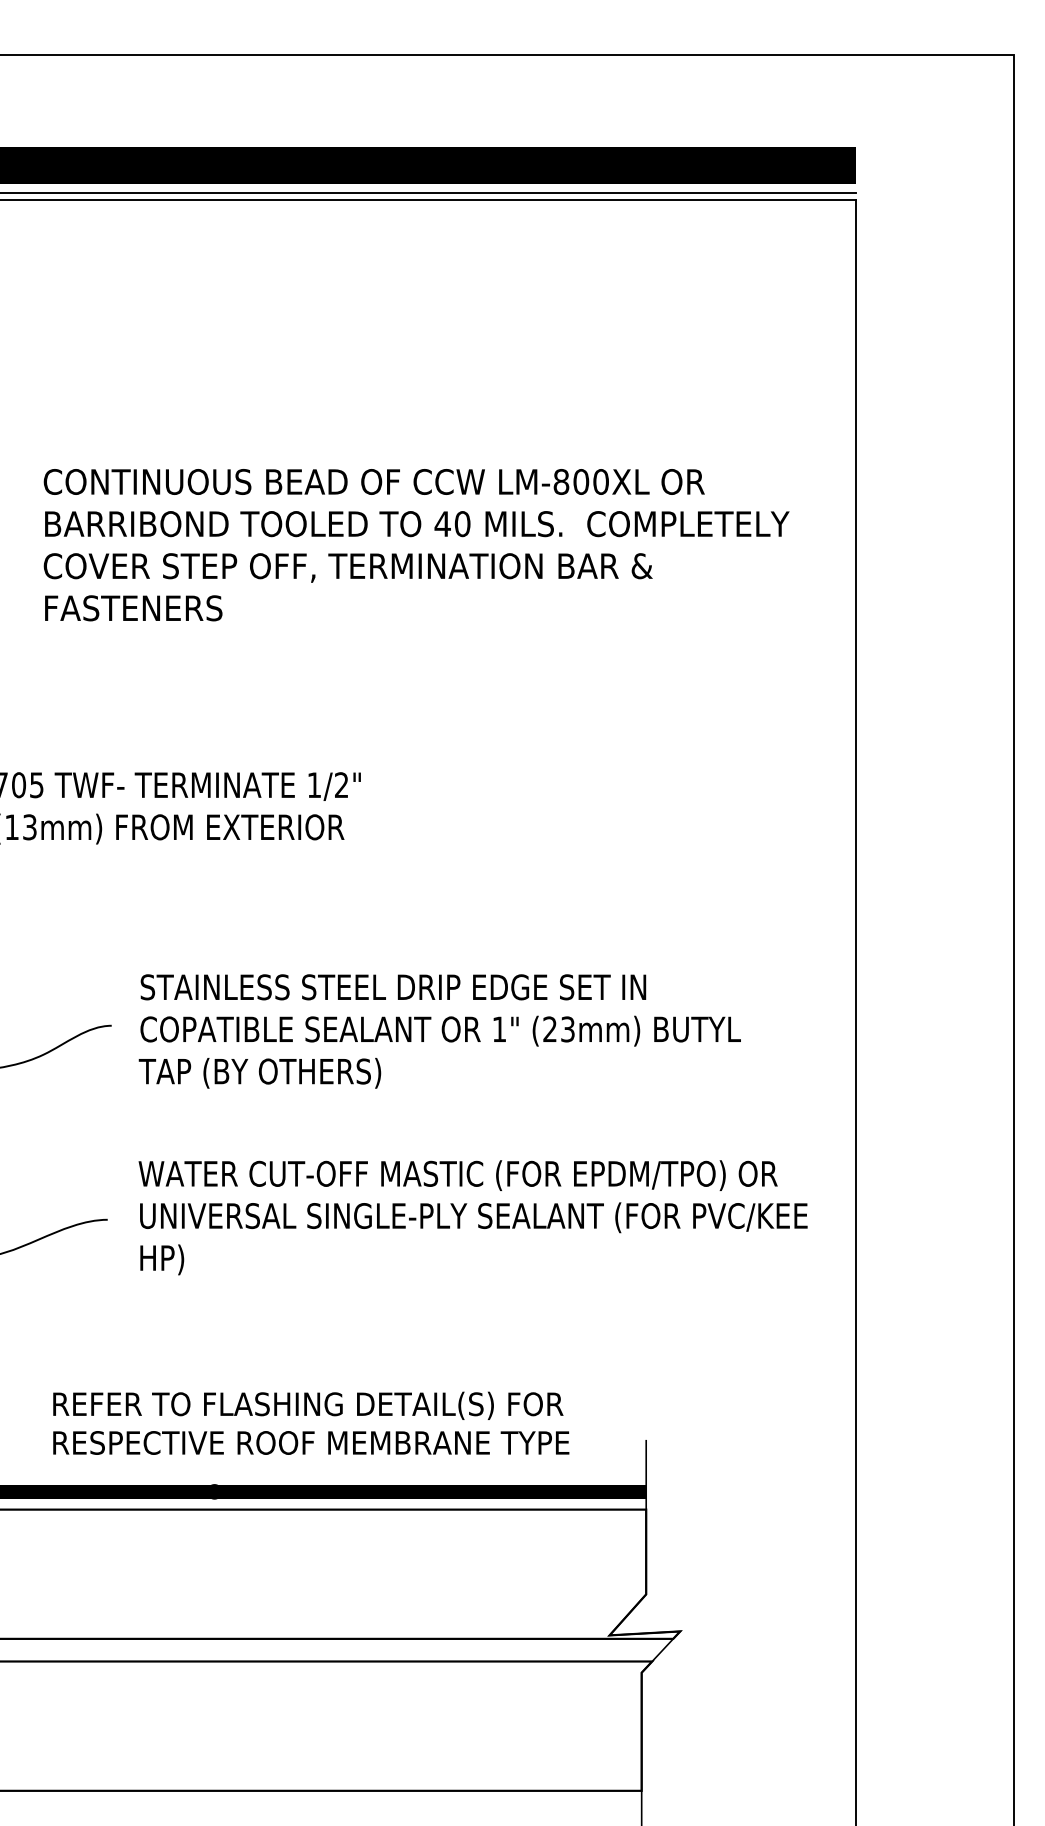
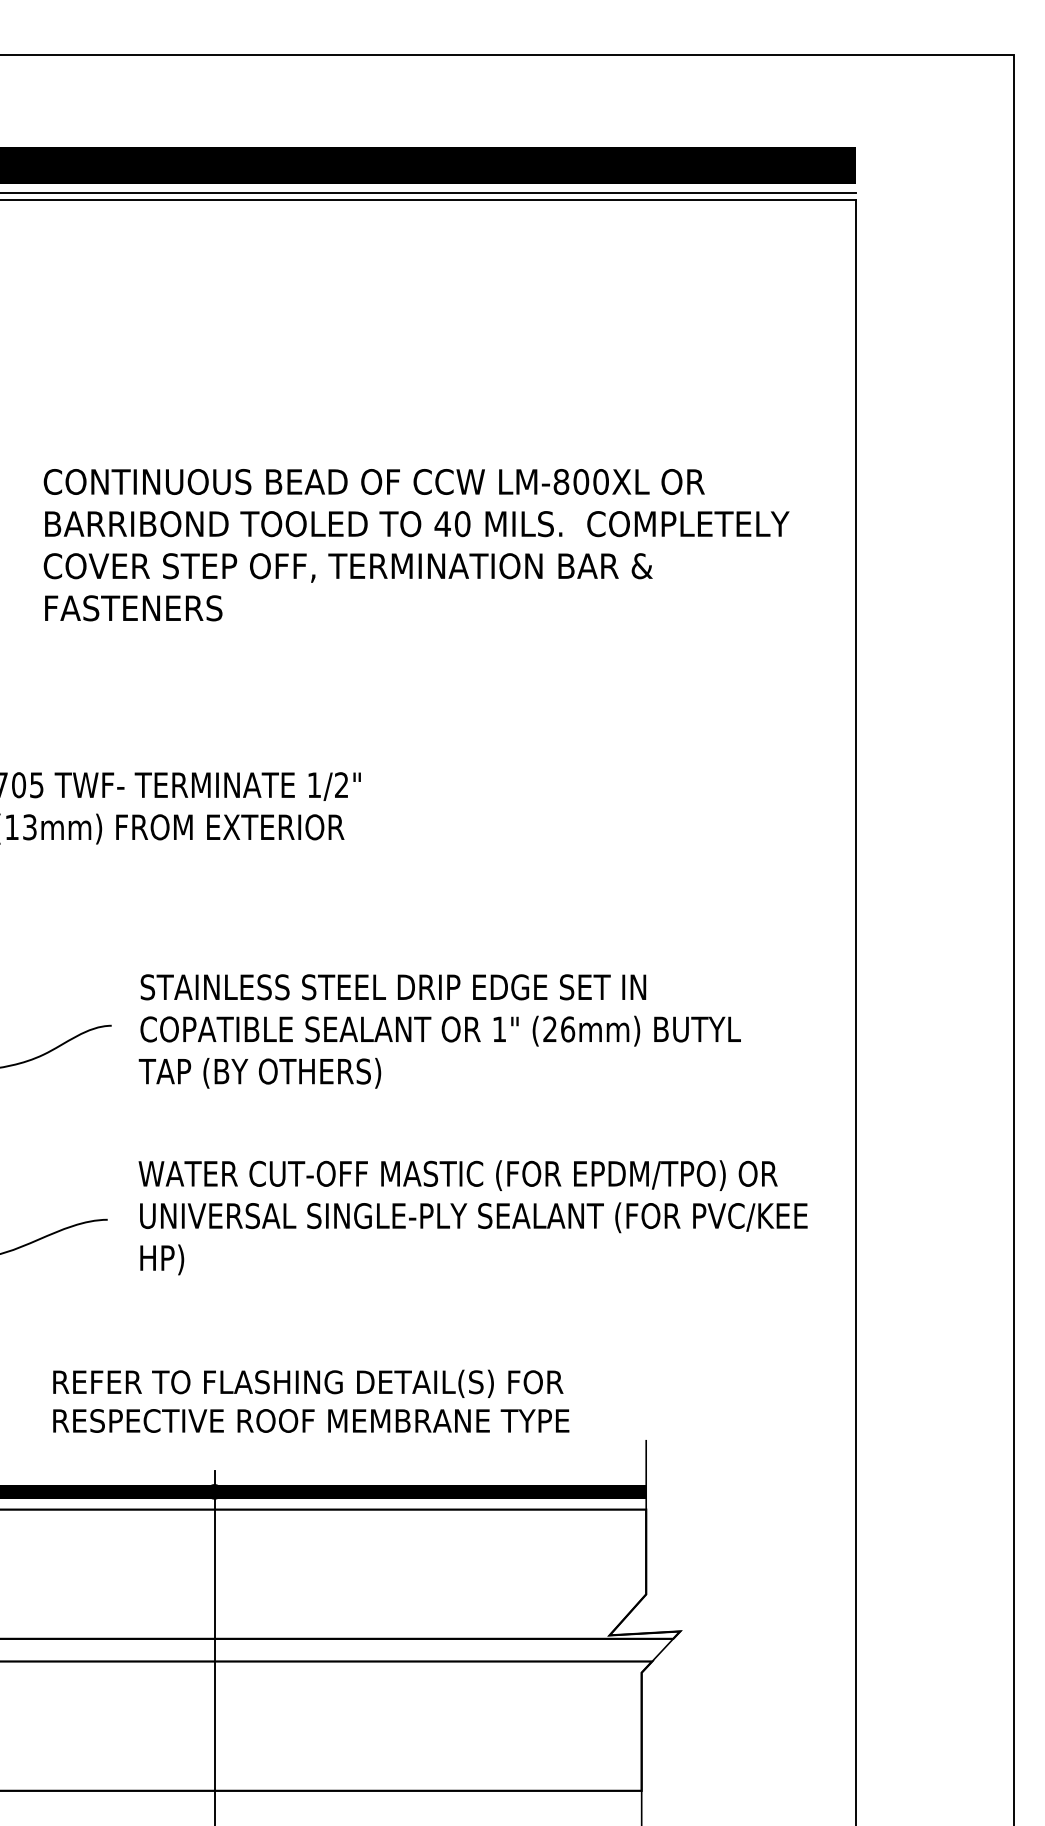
text at (568, 1029): (23mm) -> (26mm)
text at (311, 1422) position: (311, 1422) -> (311, 1400)
line at (214, 1646): none -> present
